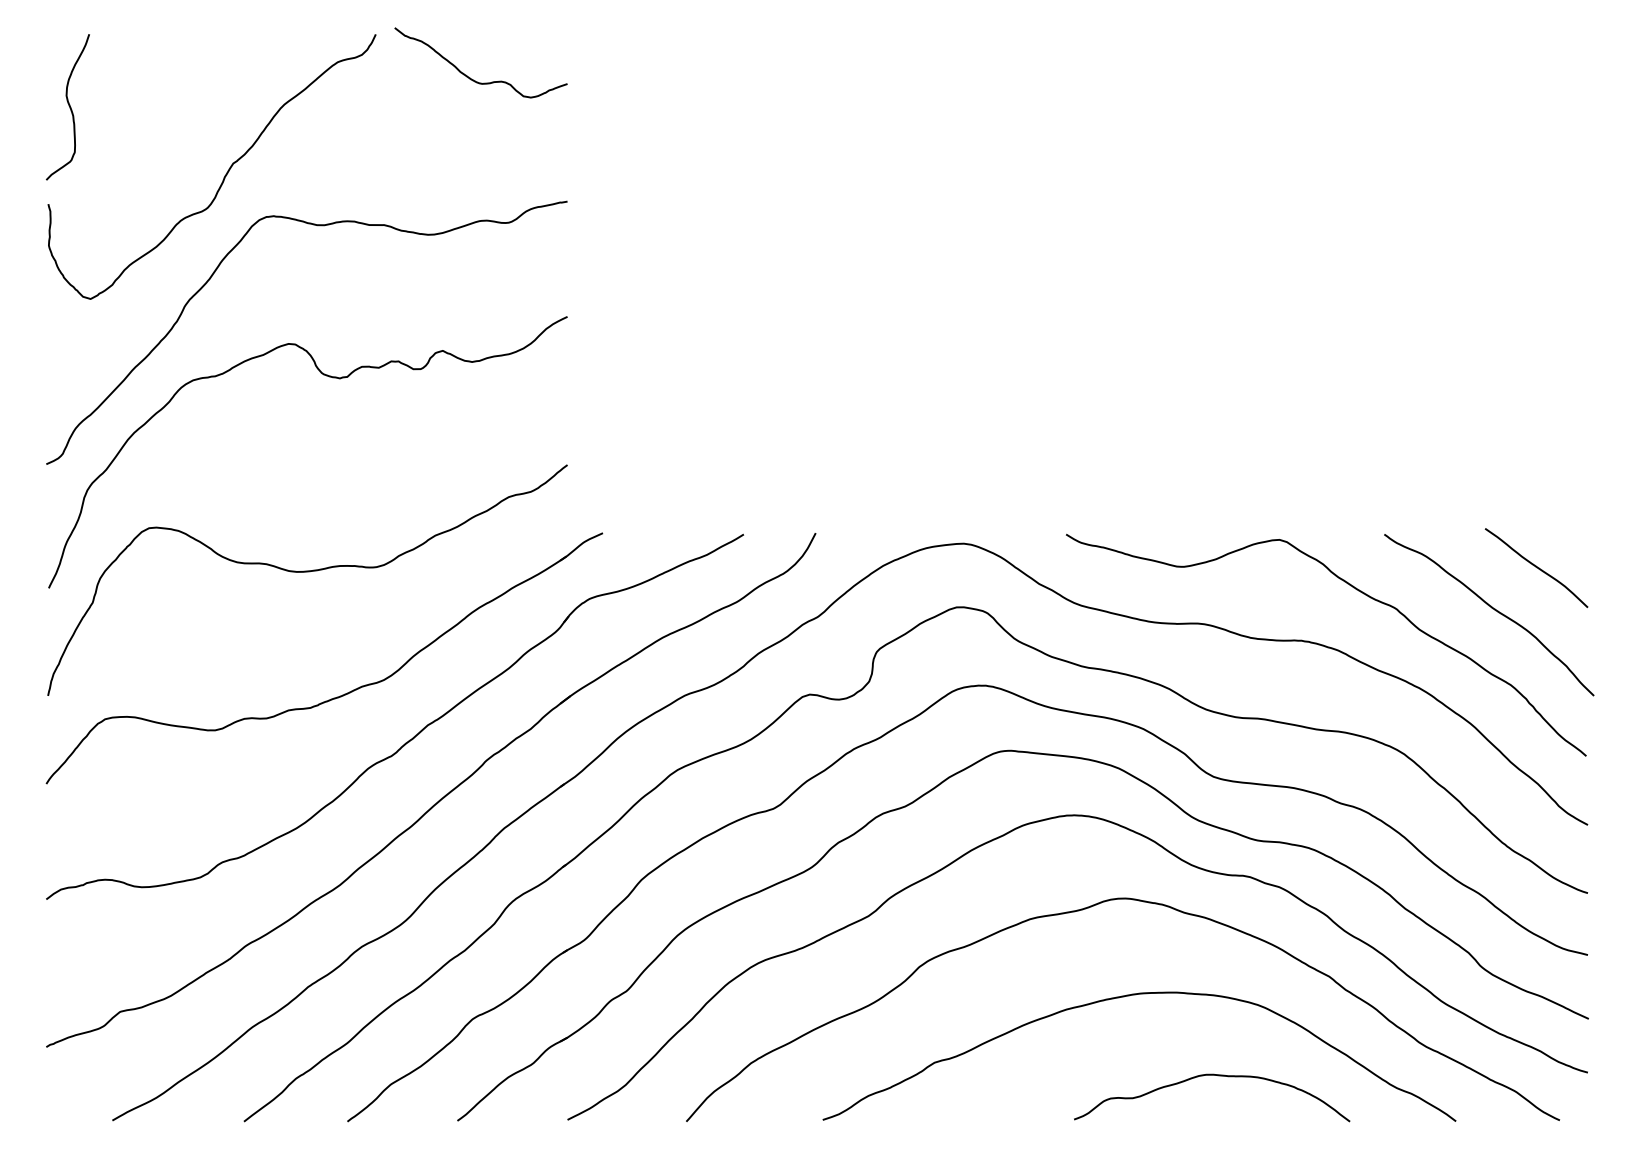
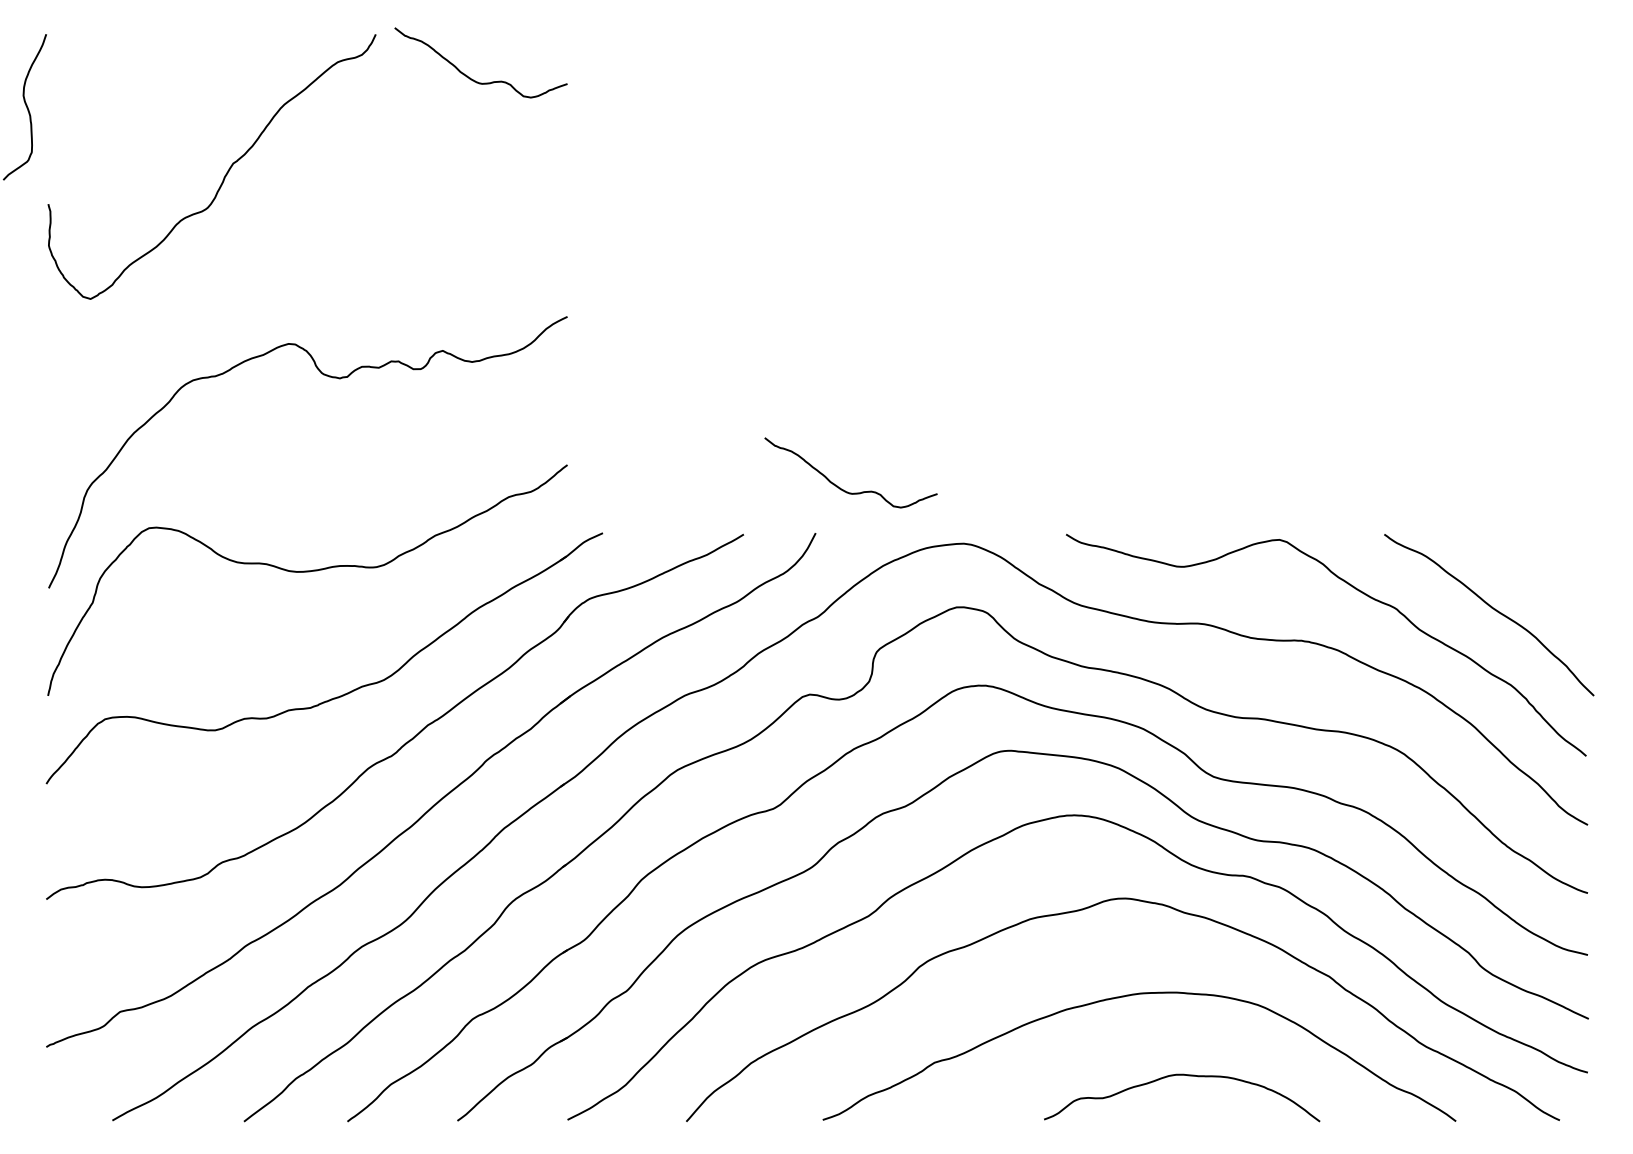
curve at (69, 107) position: (69, 107) -> (26, 107)
curve at (317, 226): present -> none
curve at (840, 487): none -> present
curve at (1536, 567): present -> none
curve at (1218, 1076) position: (1218, 1076) -> (1188, 1076)
